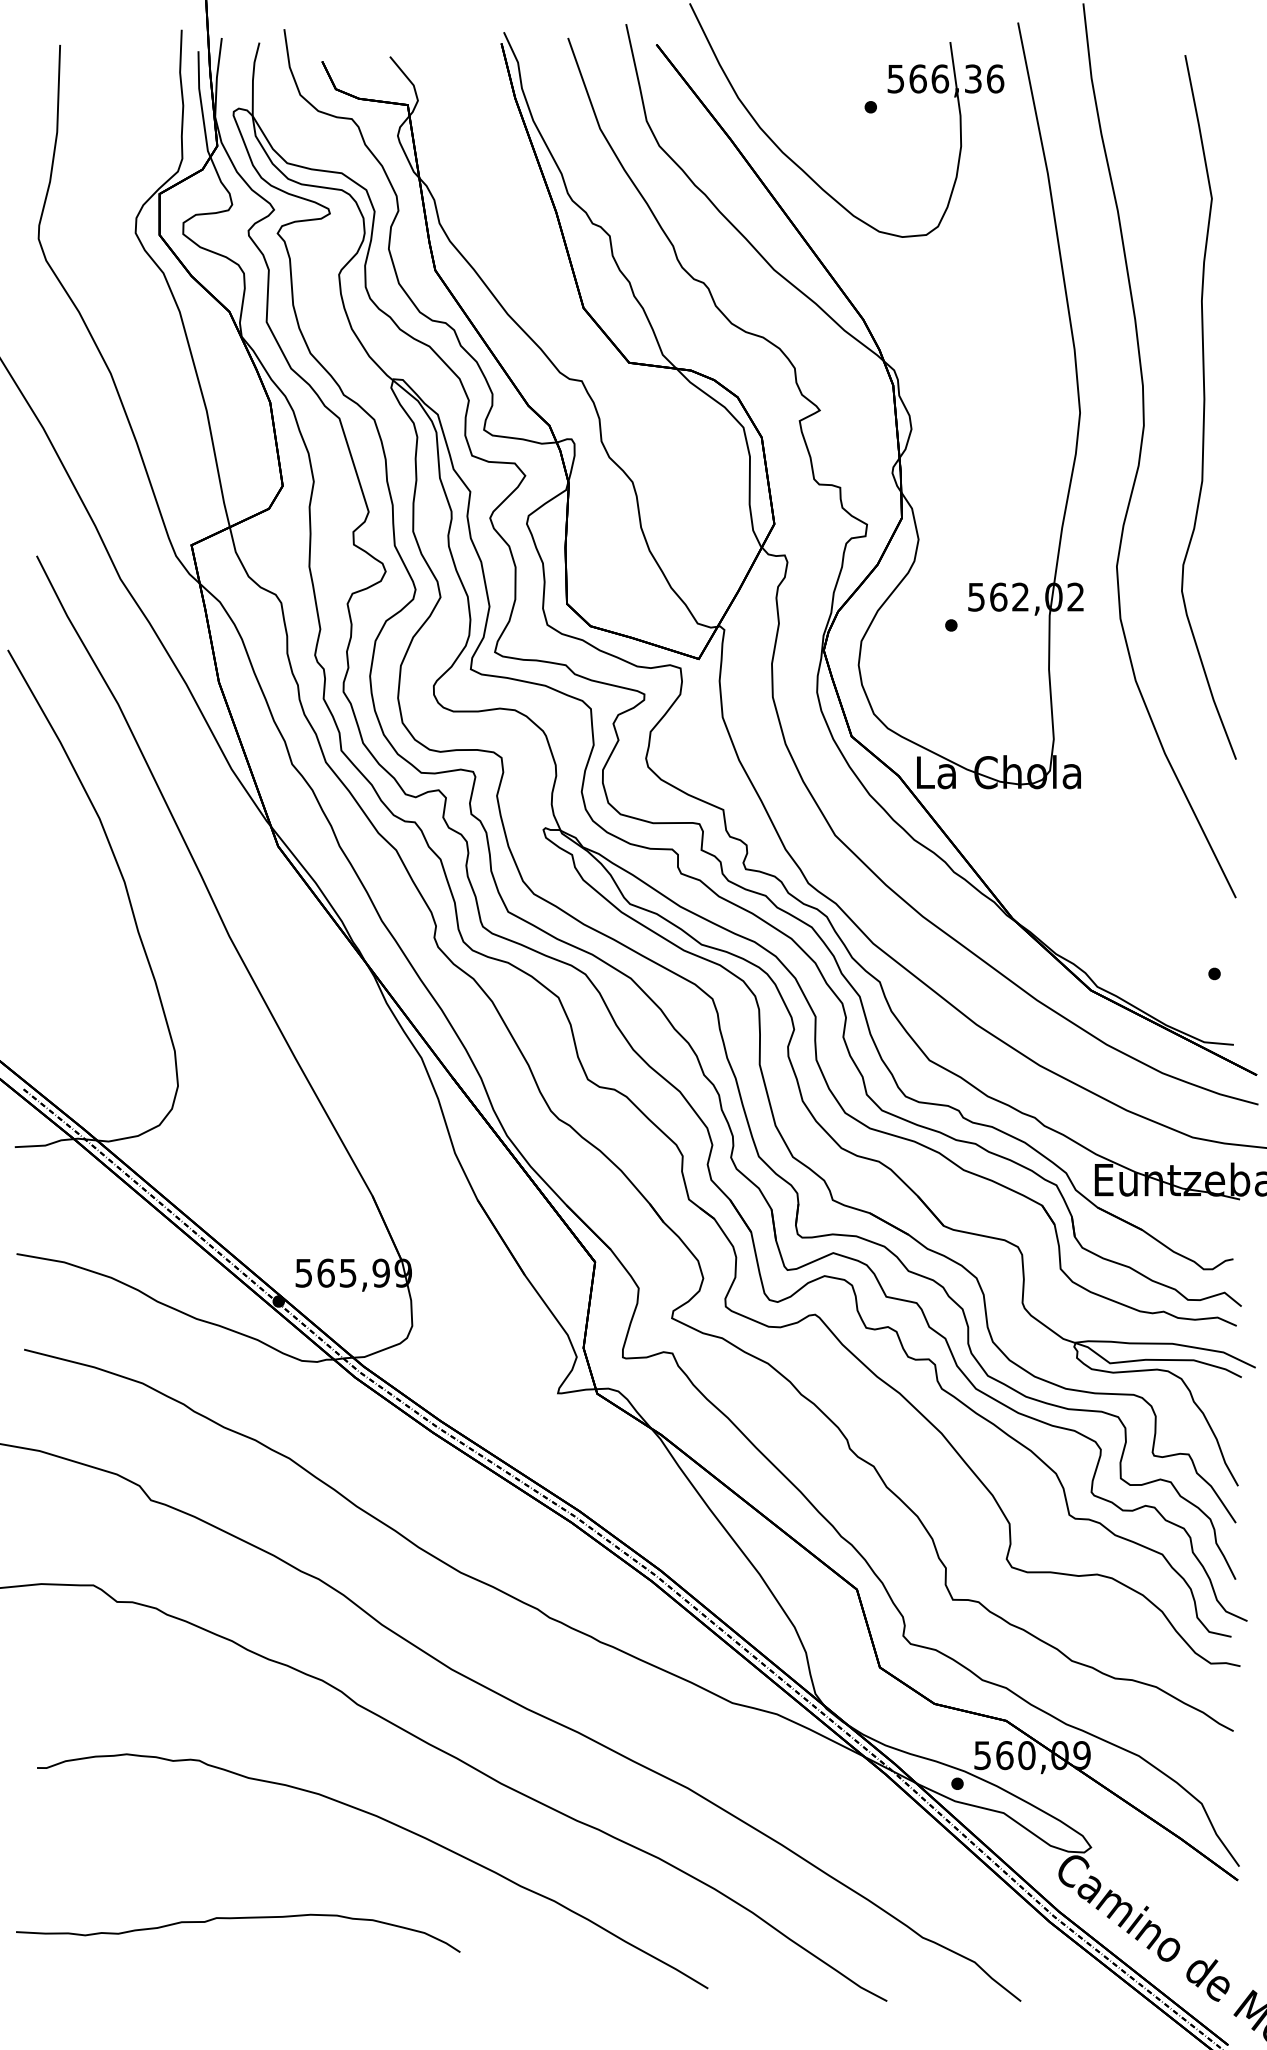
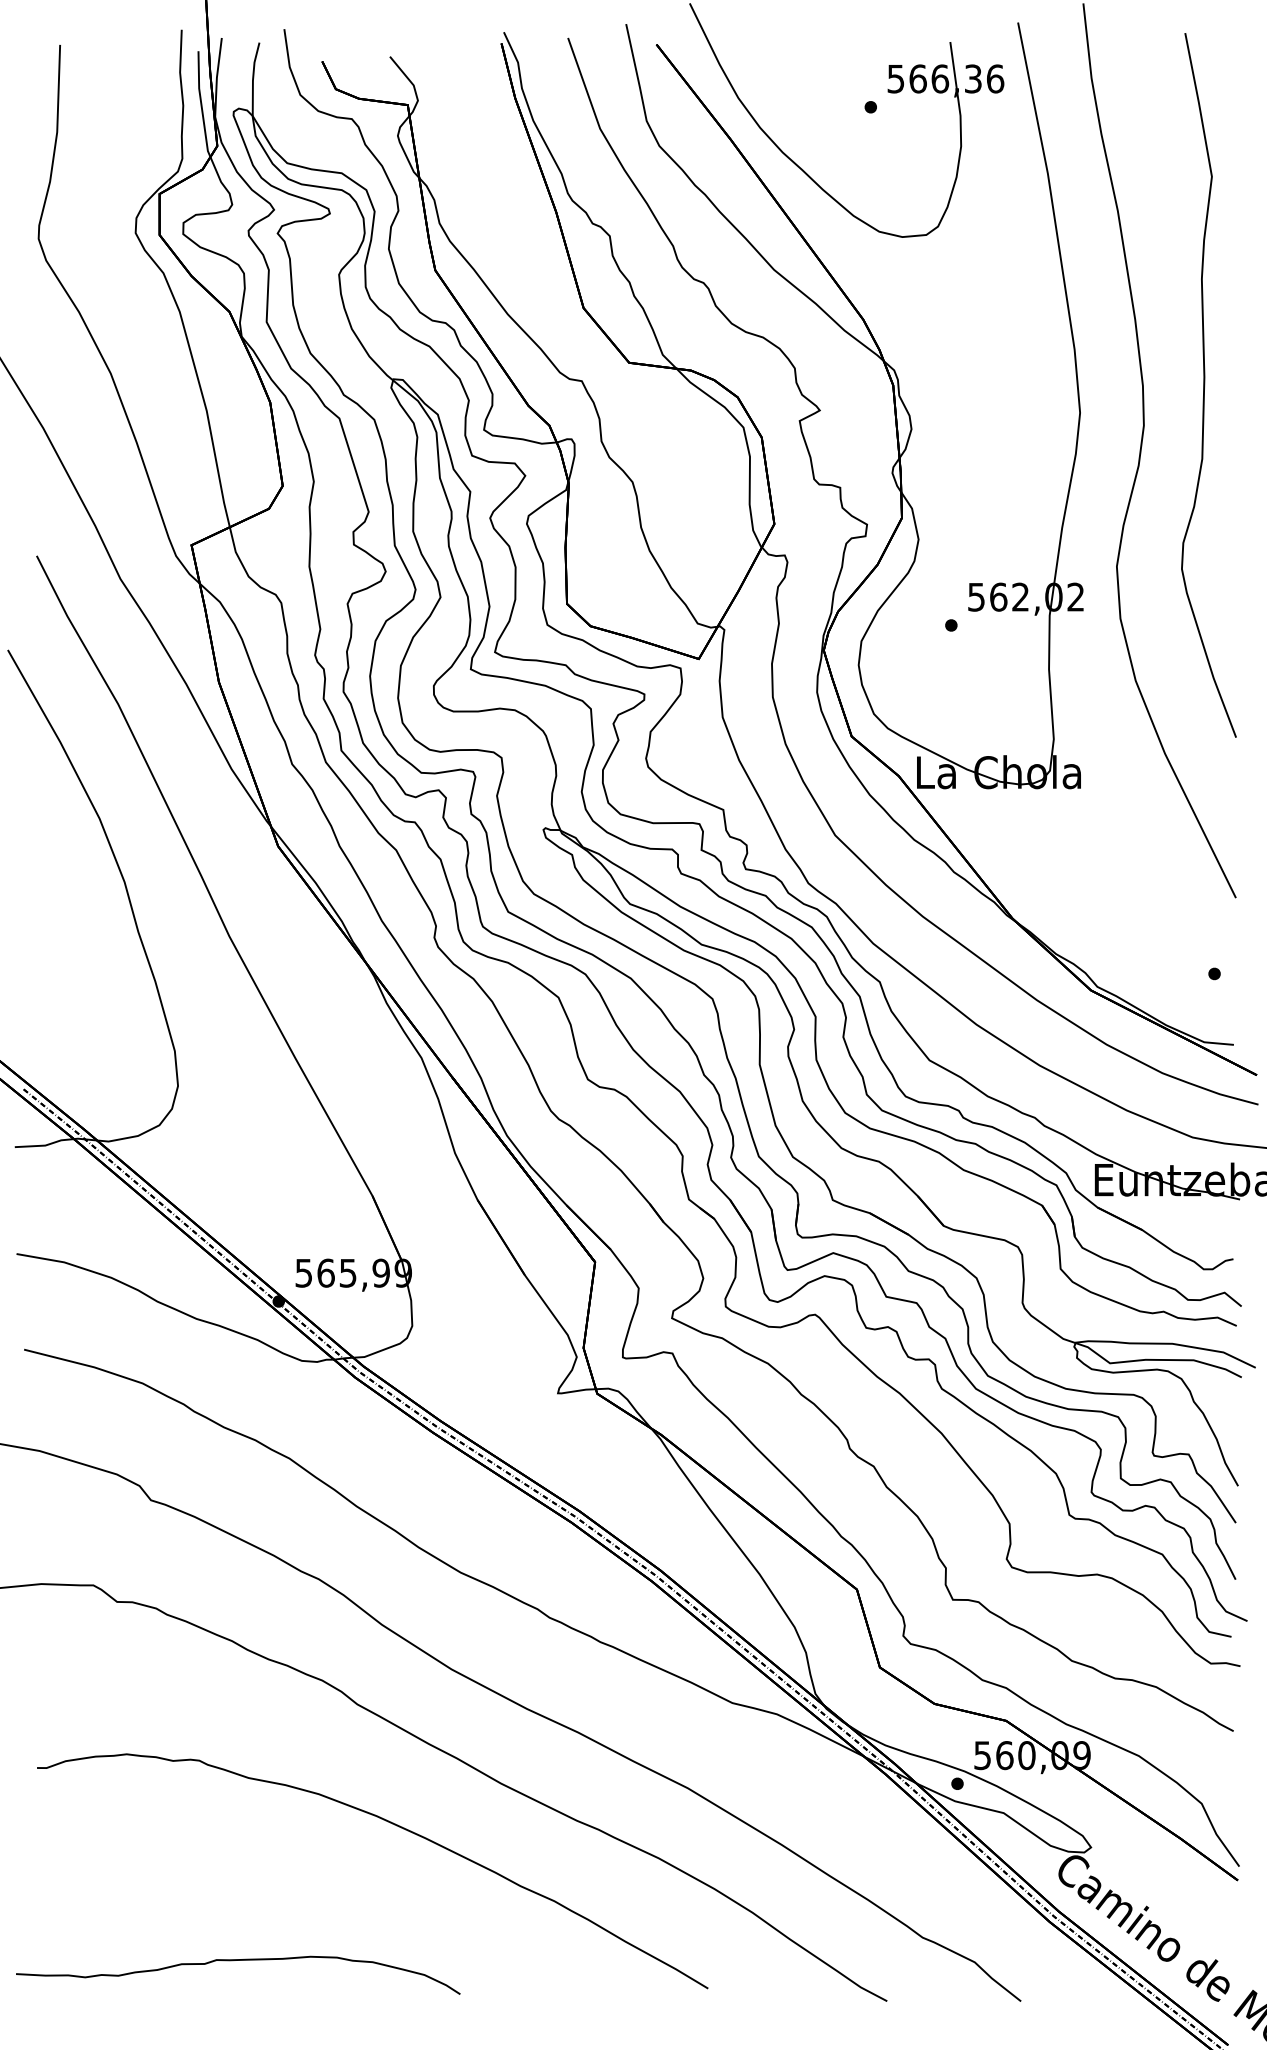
curve at (1205, 407) position: (1205, 407) -> (1205, 385)
curve at (238, 1918) position: (238, 1918) -> (238, 1960)
